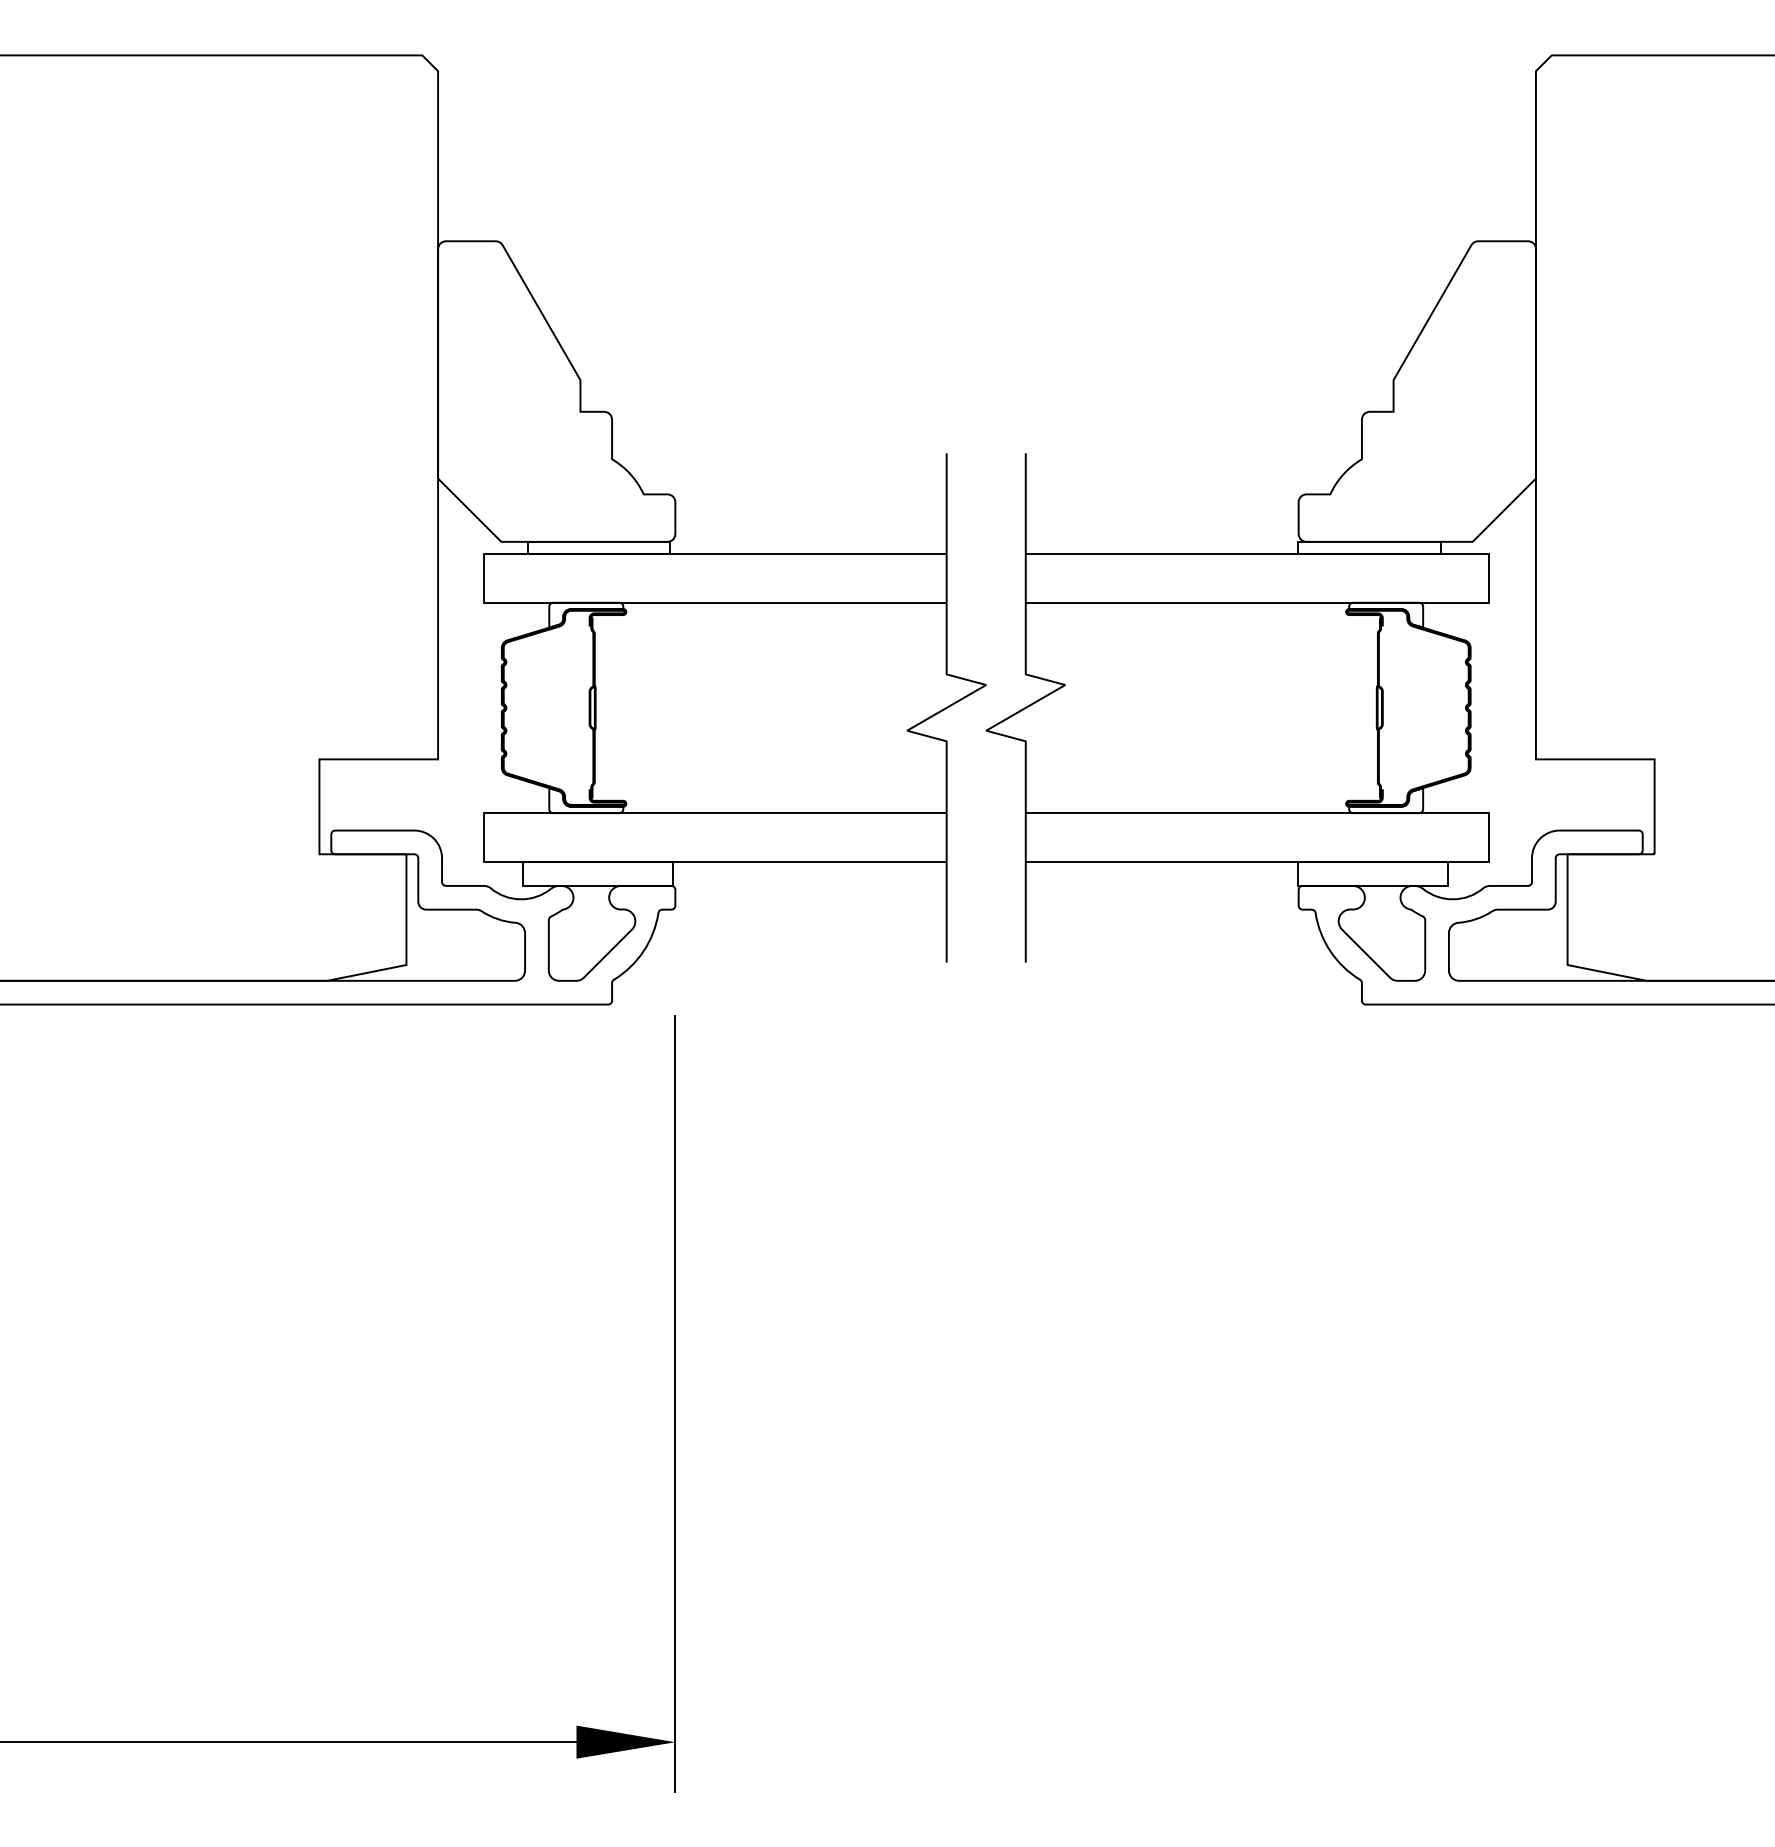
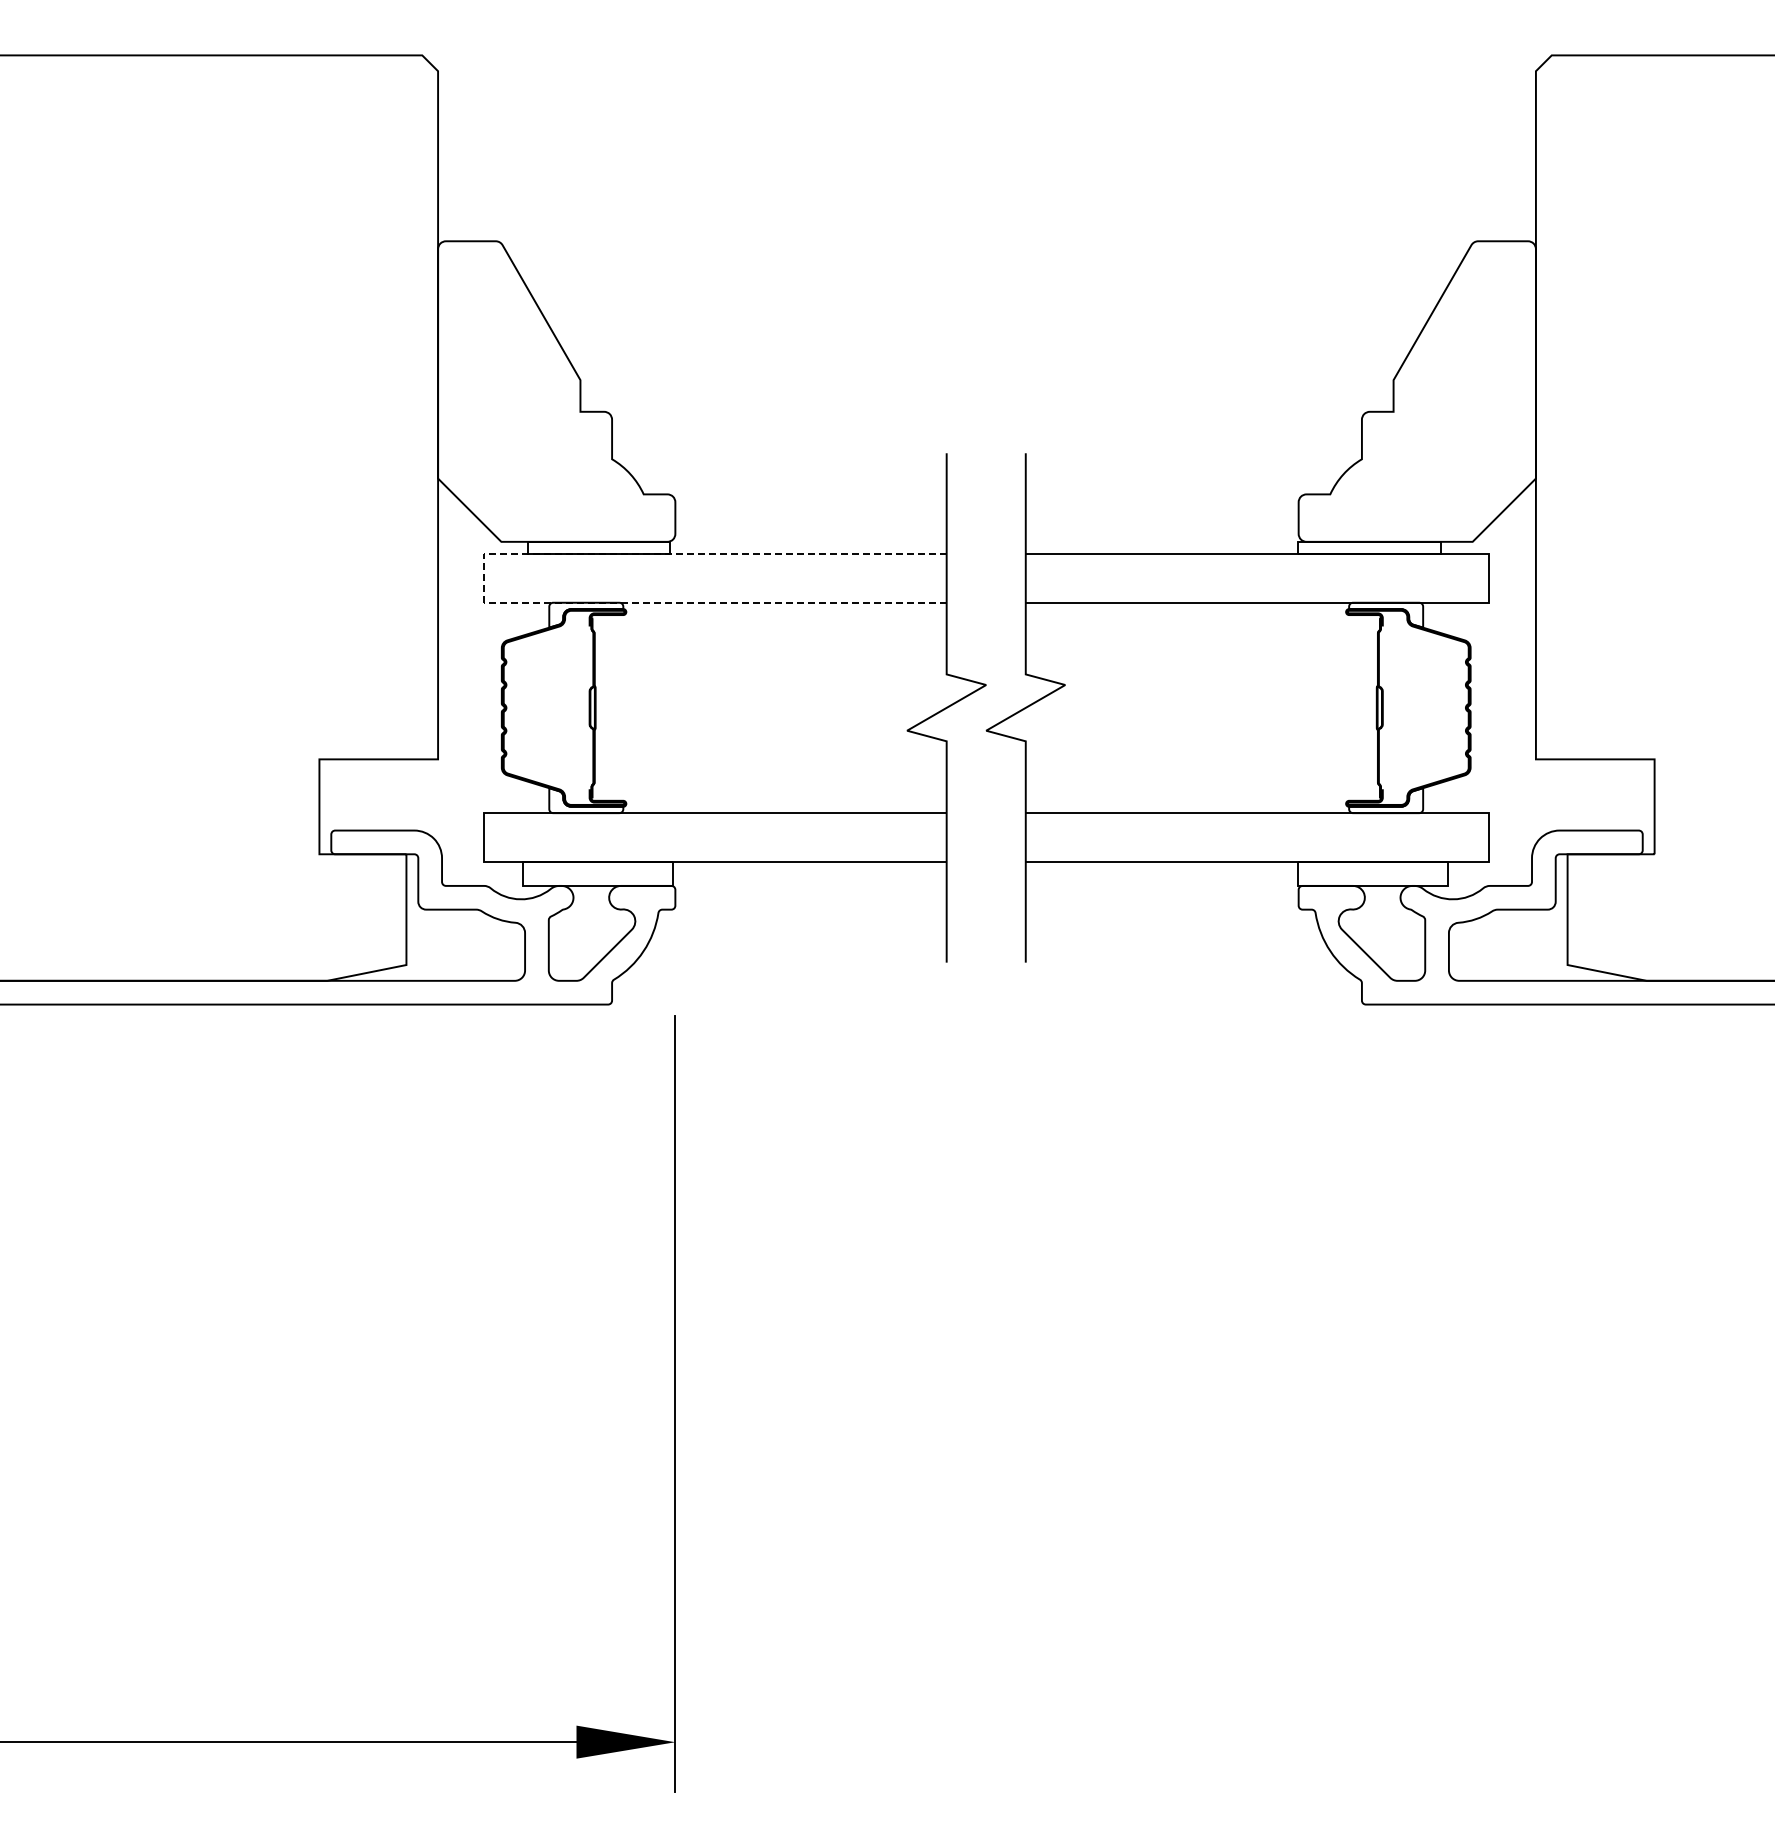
line at (483, 578): solid -> dashed
